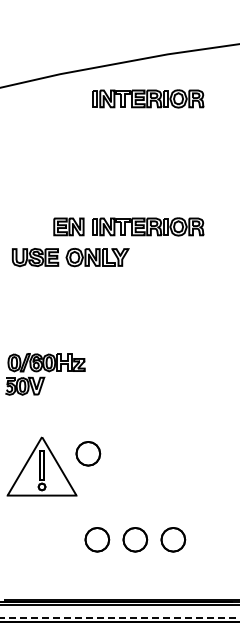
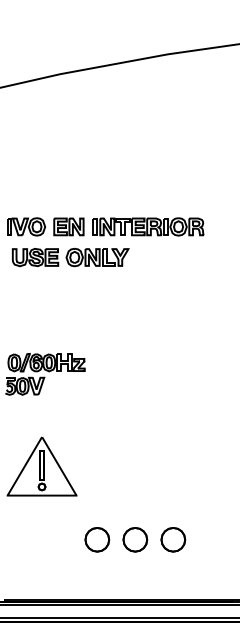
part at (148, 98): present -> none
part at (26, 226): none -> present
part at (88, 453): present -> none
line at (119, 617): dashed -> solid
